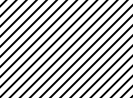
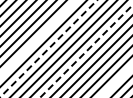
line at (38, 38): present -> none
line at (49, 48): solid -> dashed
line at (86, 50): solid -> dashed
line at (116, 81): present -> none
